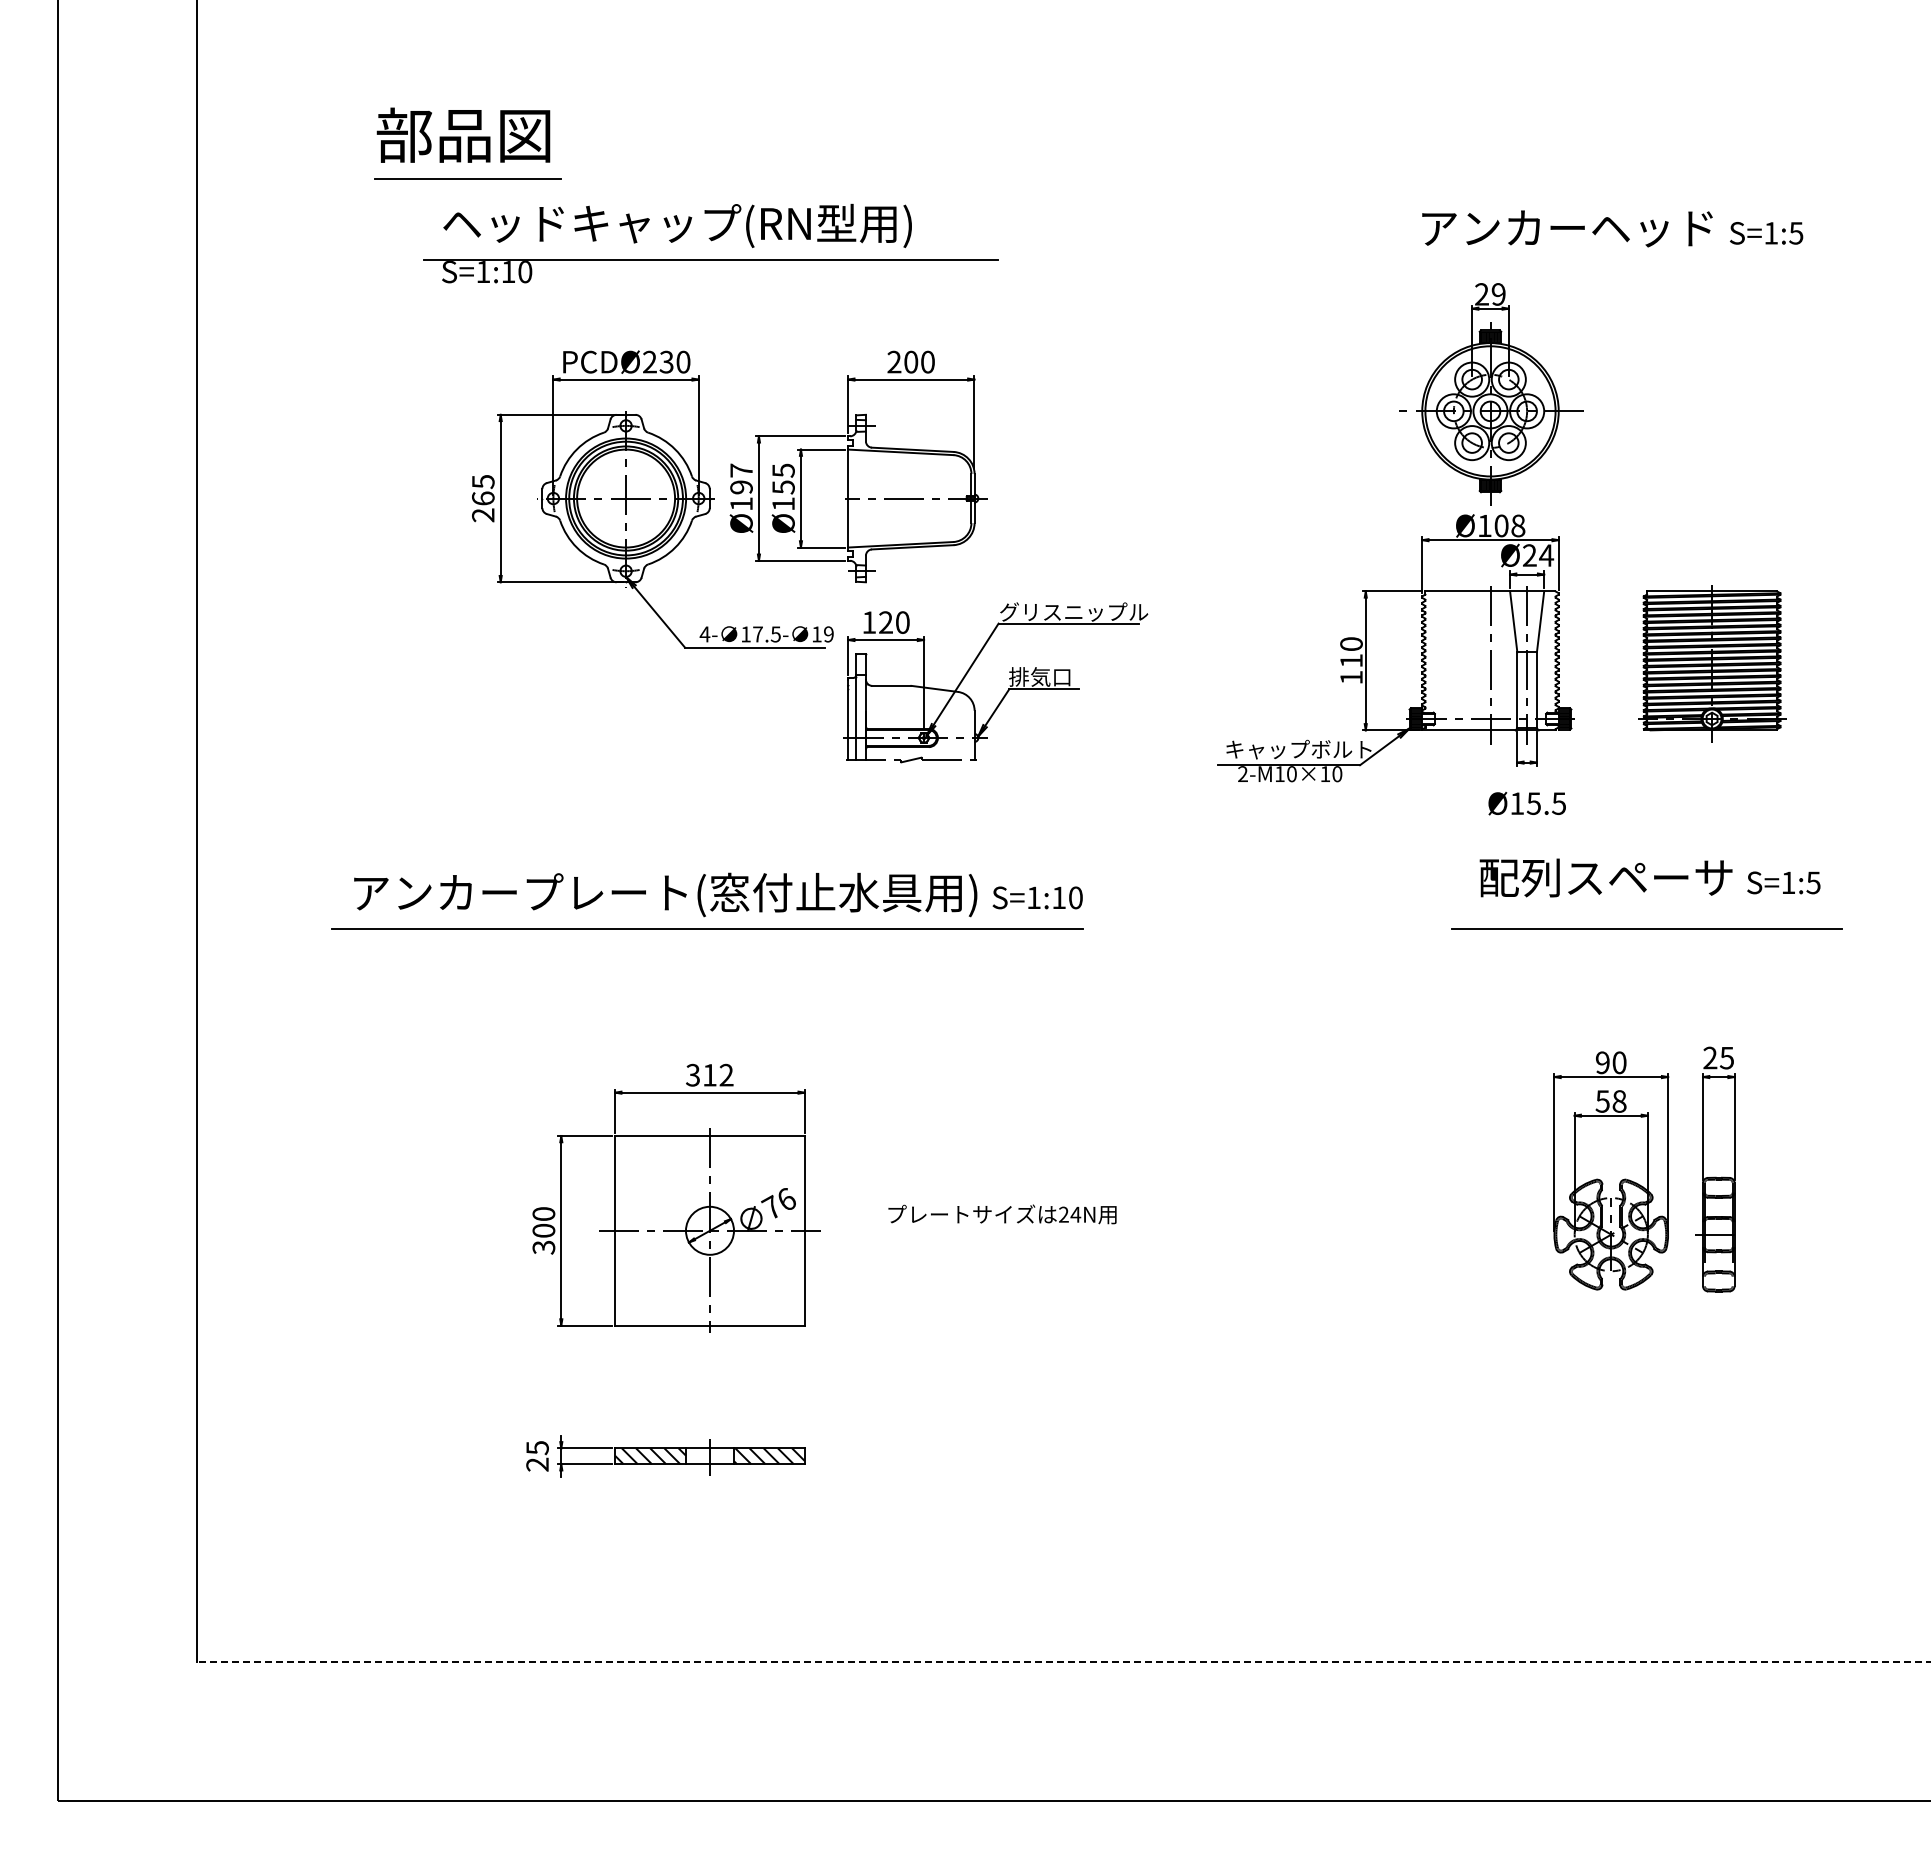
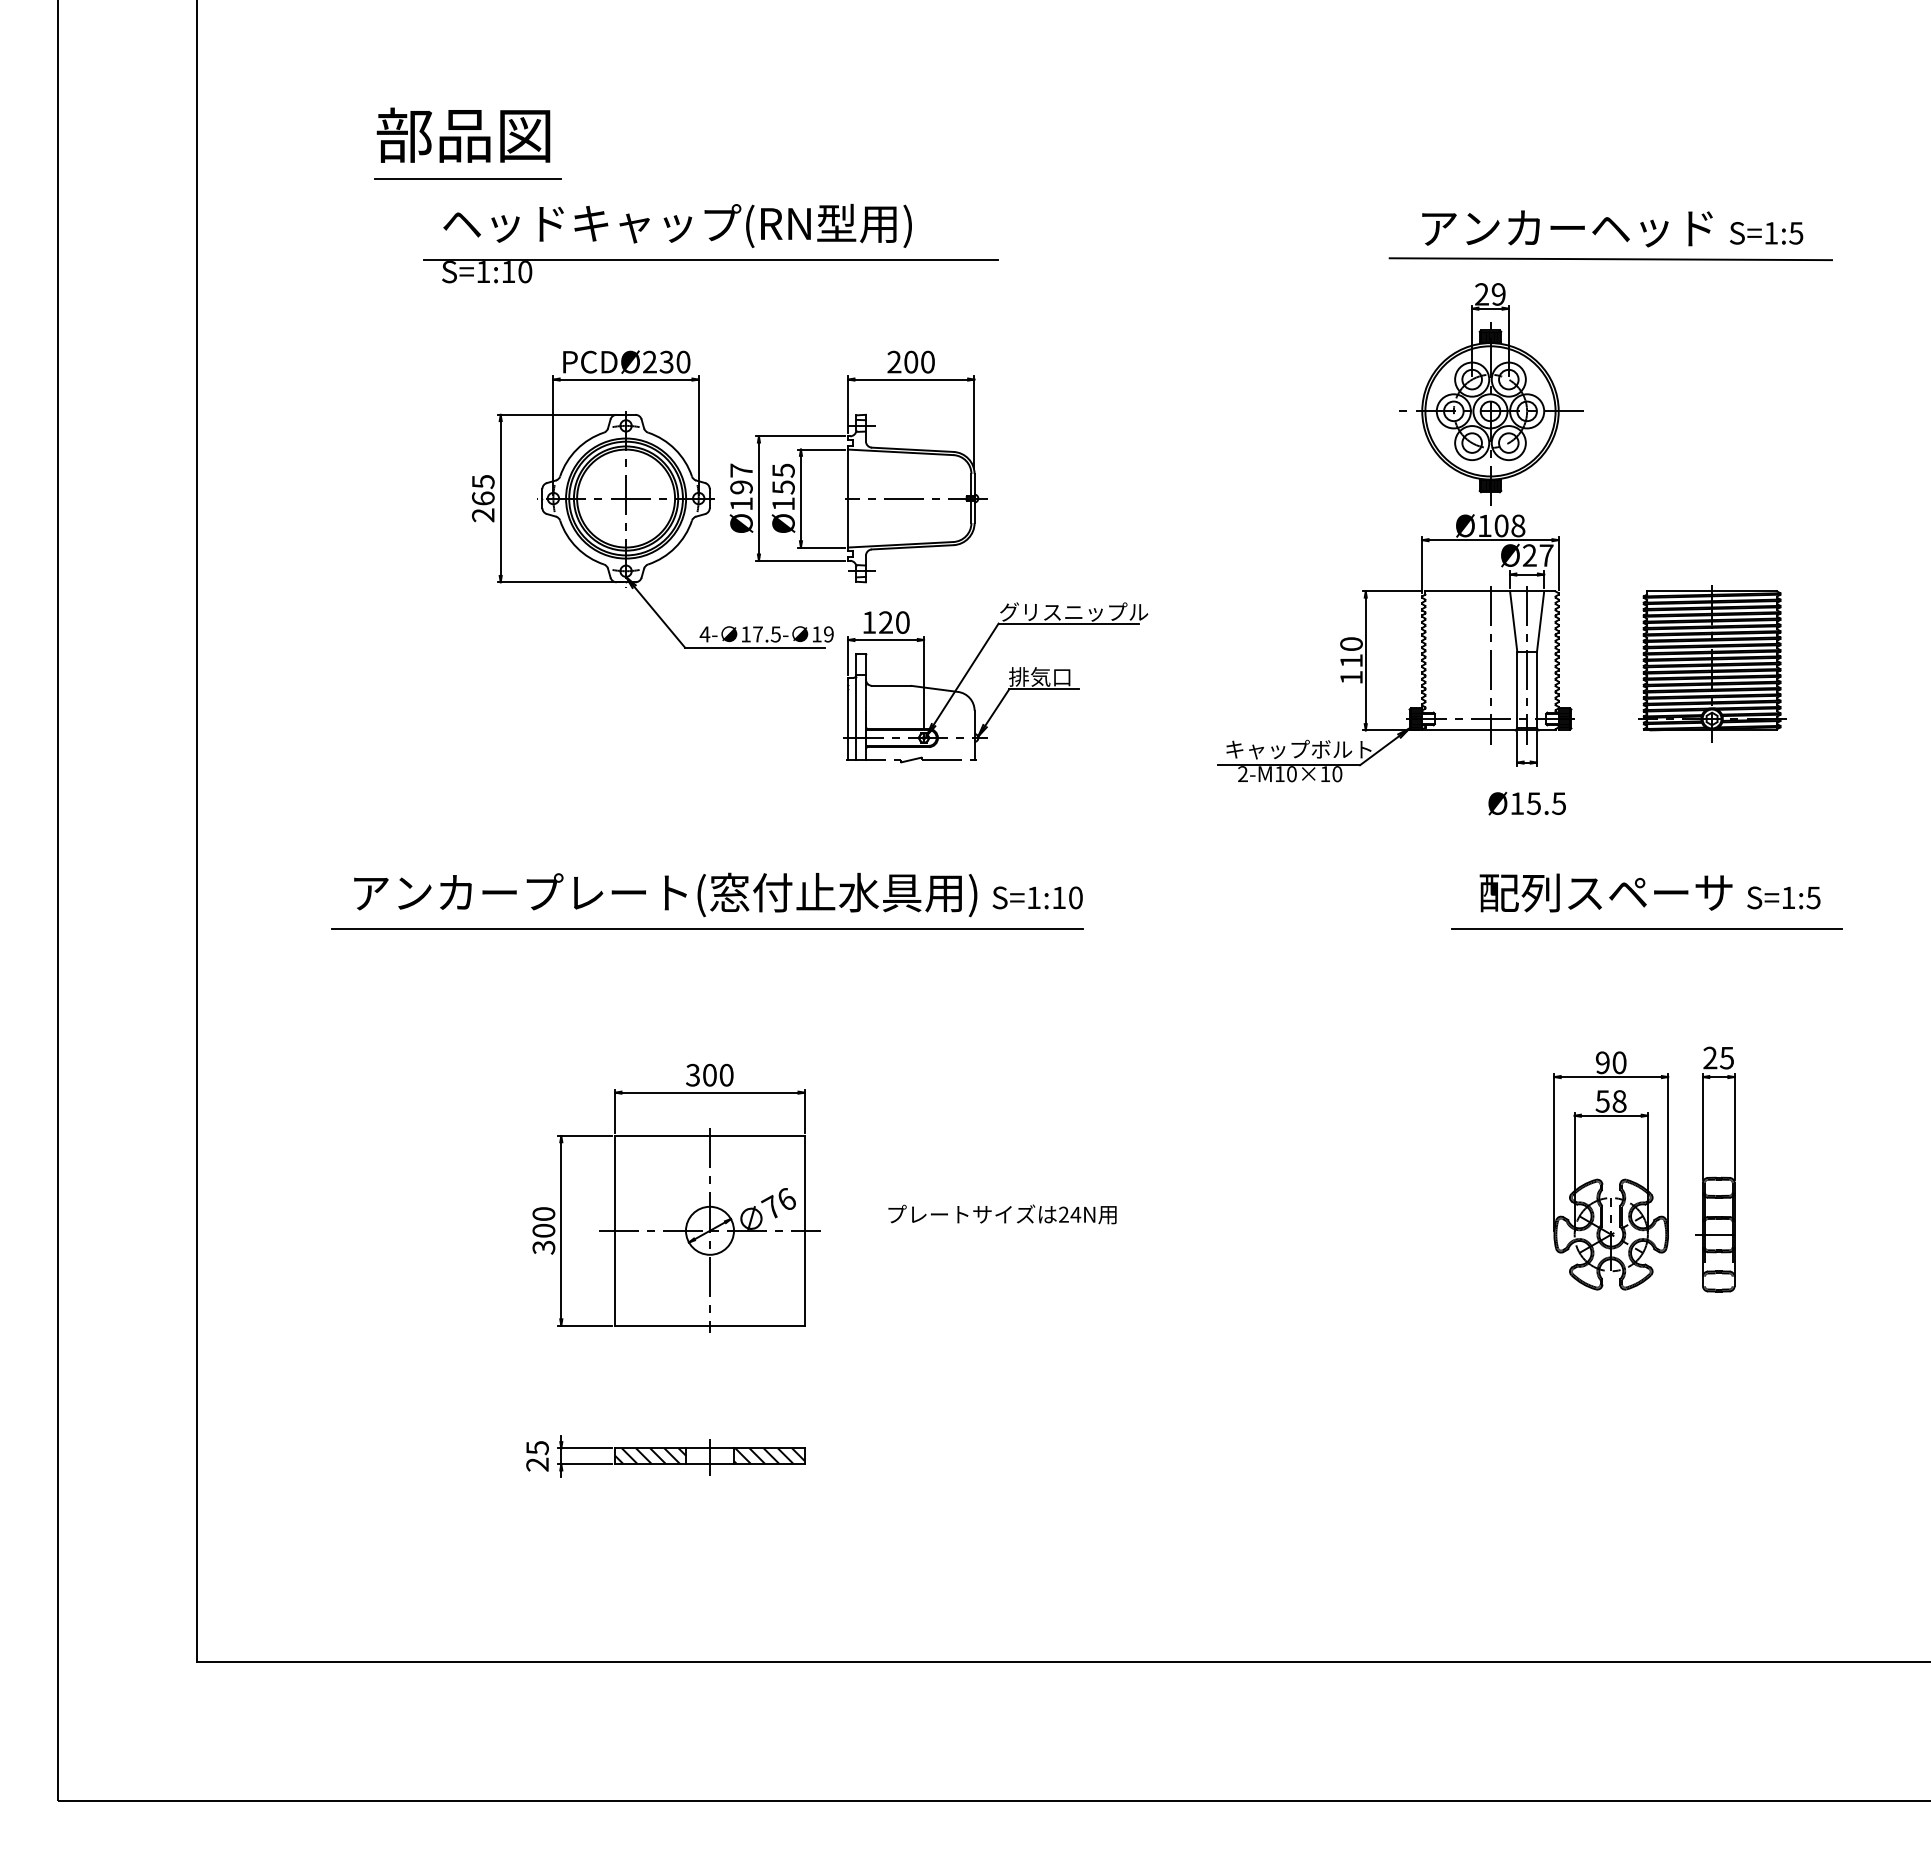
line at (1610, 259): none -> present
text at (1546, 555): Ø24 -> Ø27
text at (1649, 877) position: (1649, 877) -> (1649, 892)
text at (718, 1074): 312 -> 300
line at (1063, 1662): dashed -> solid
